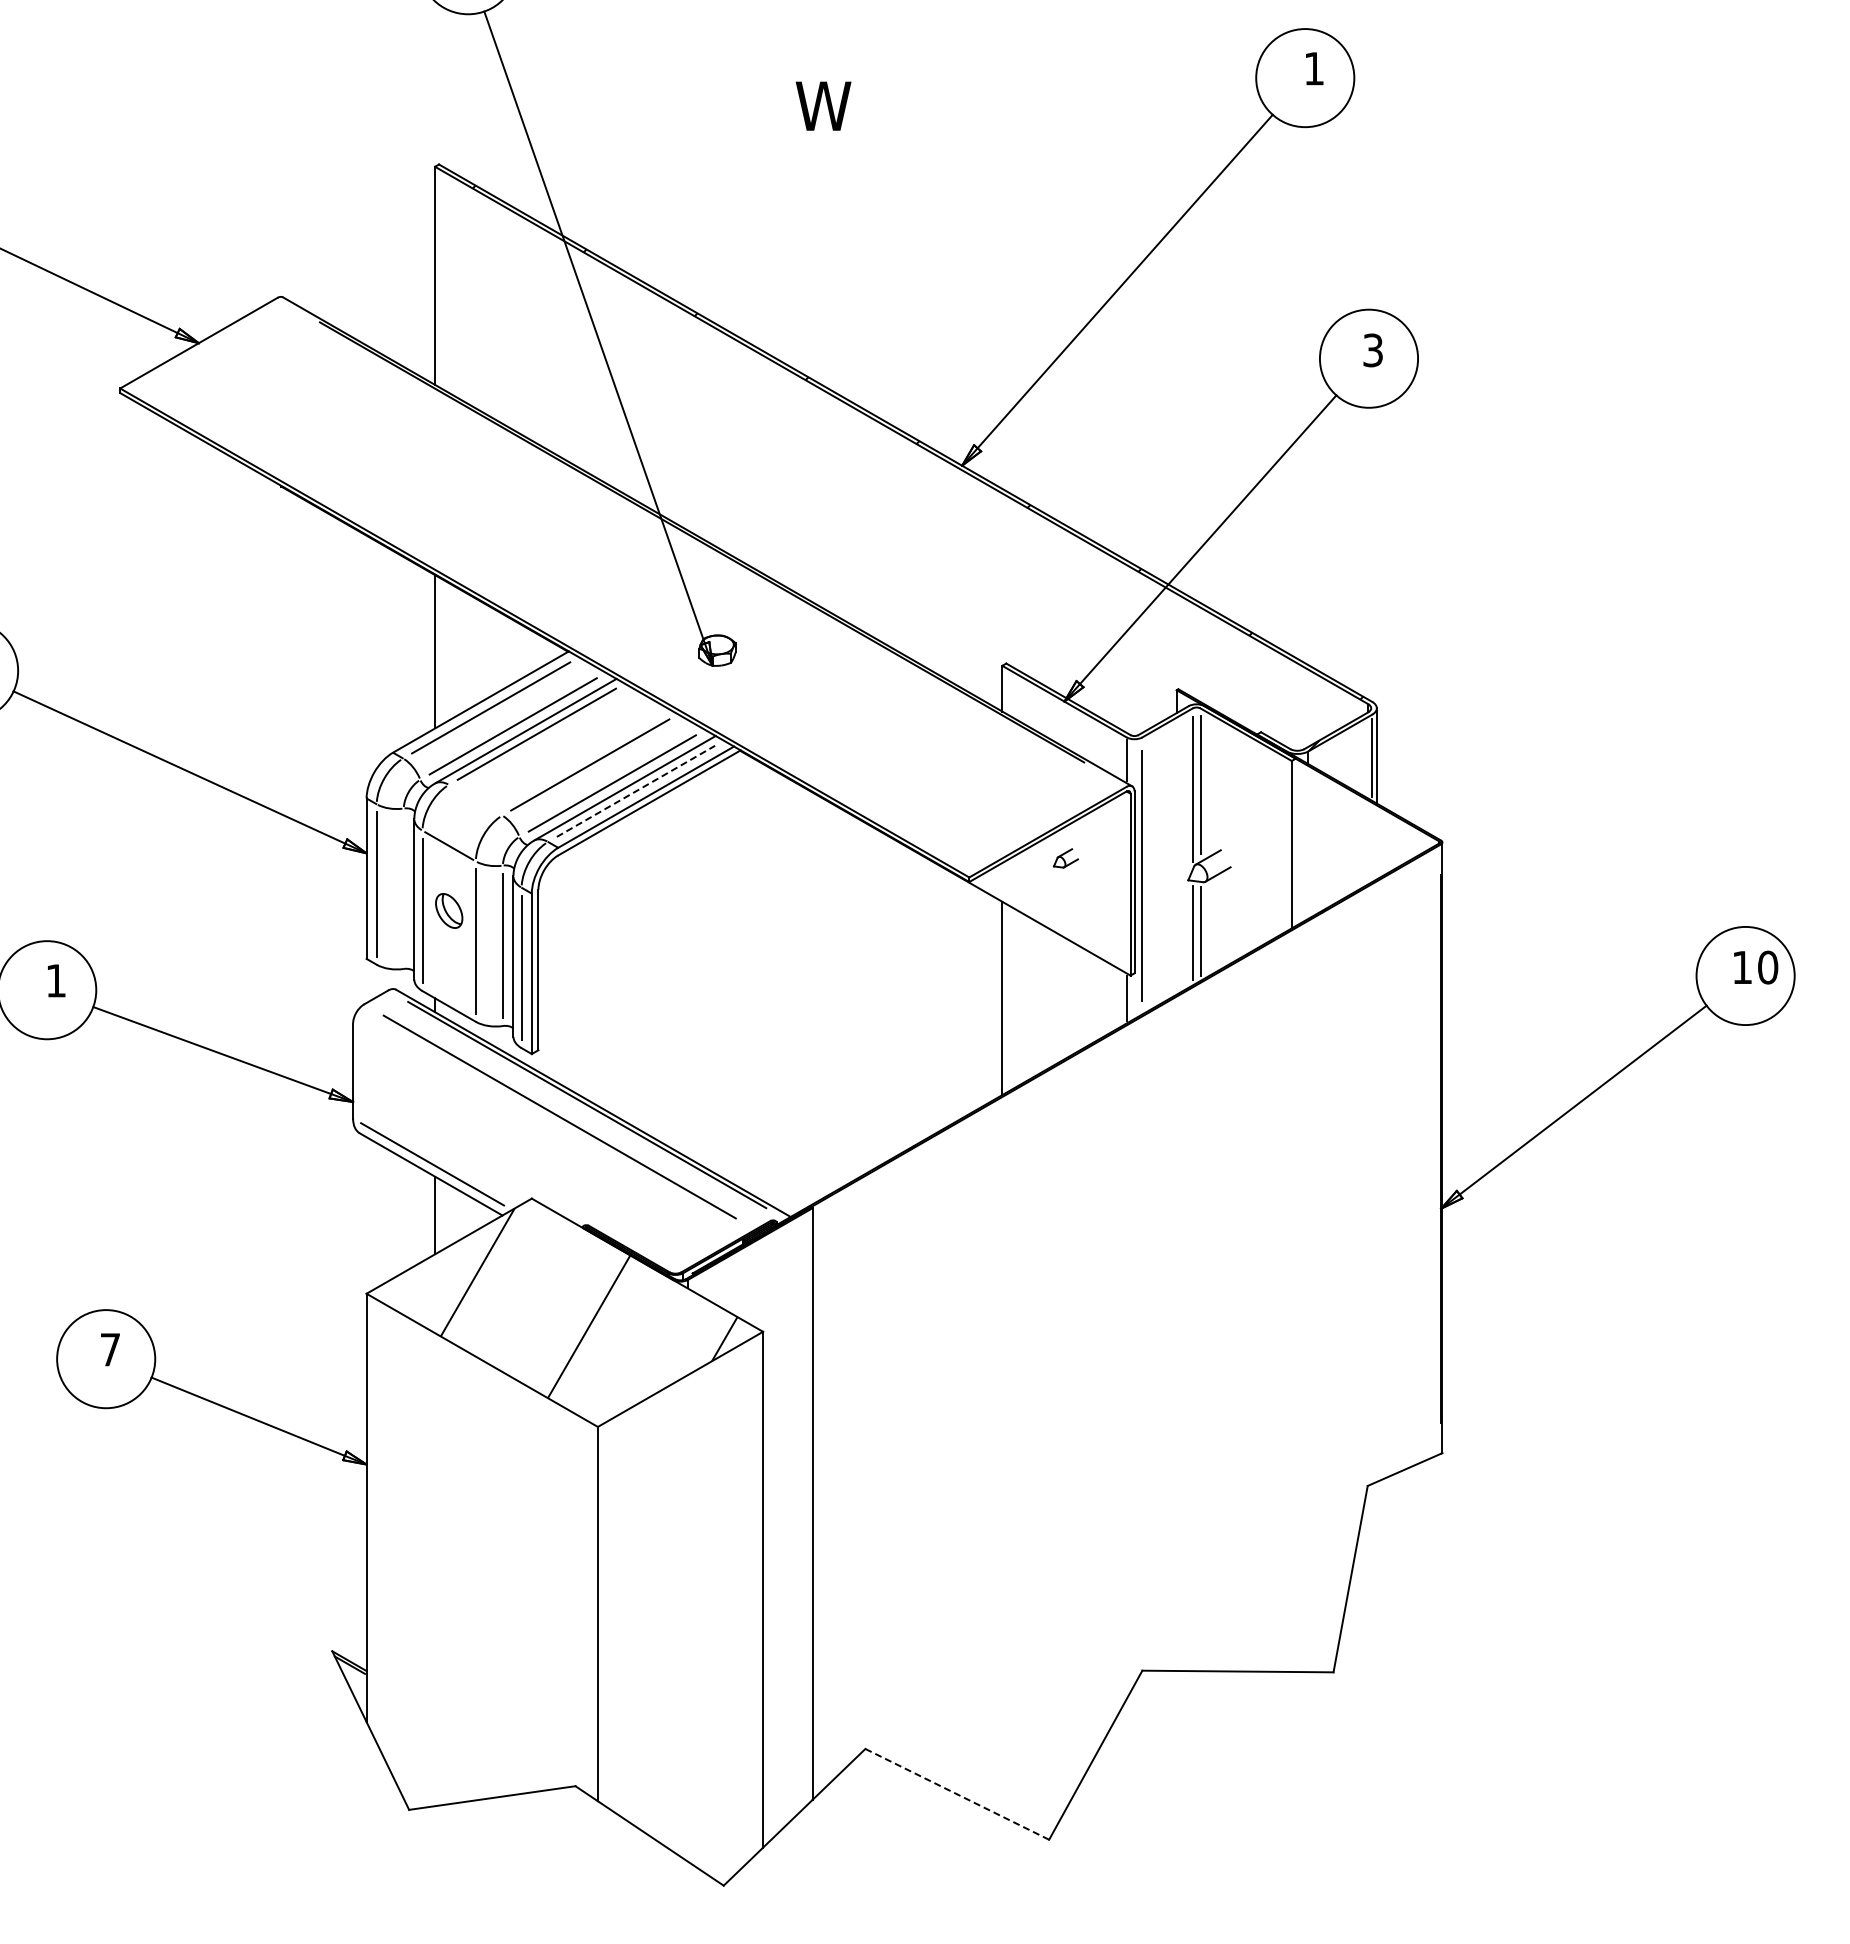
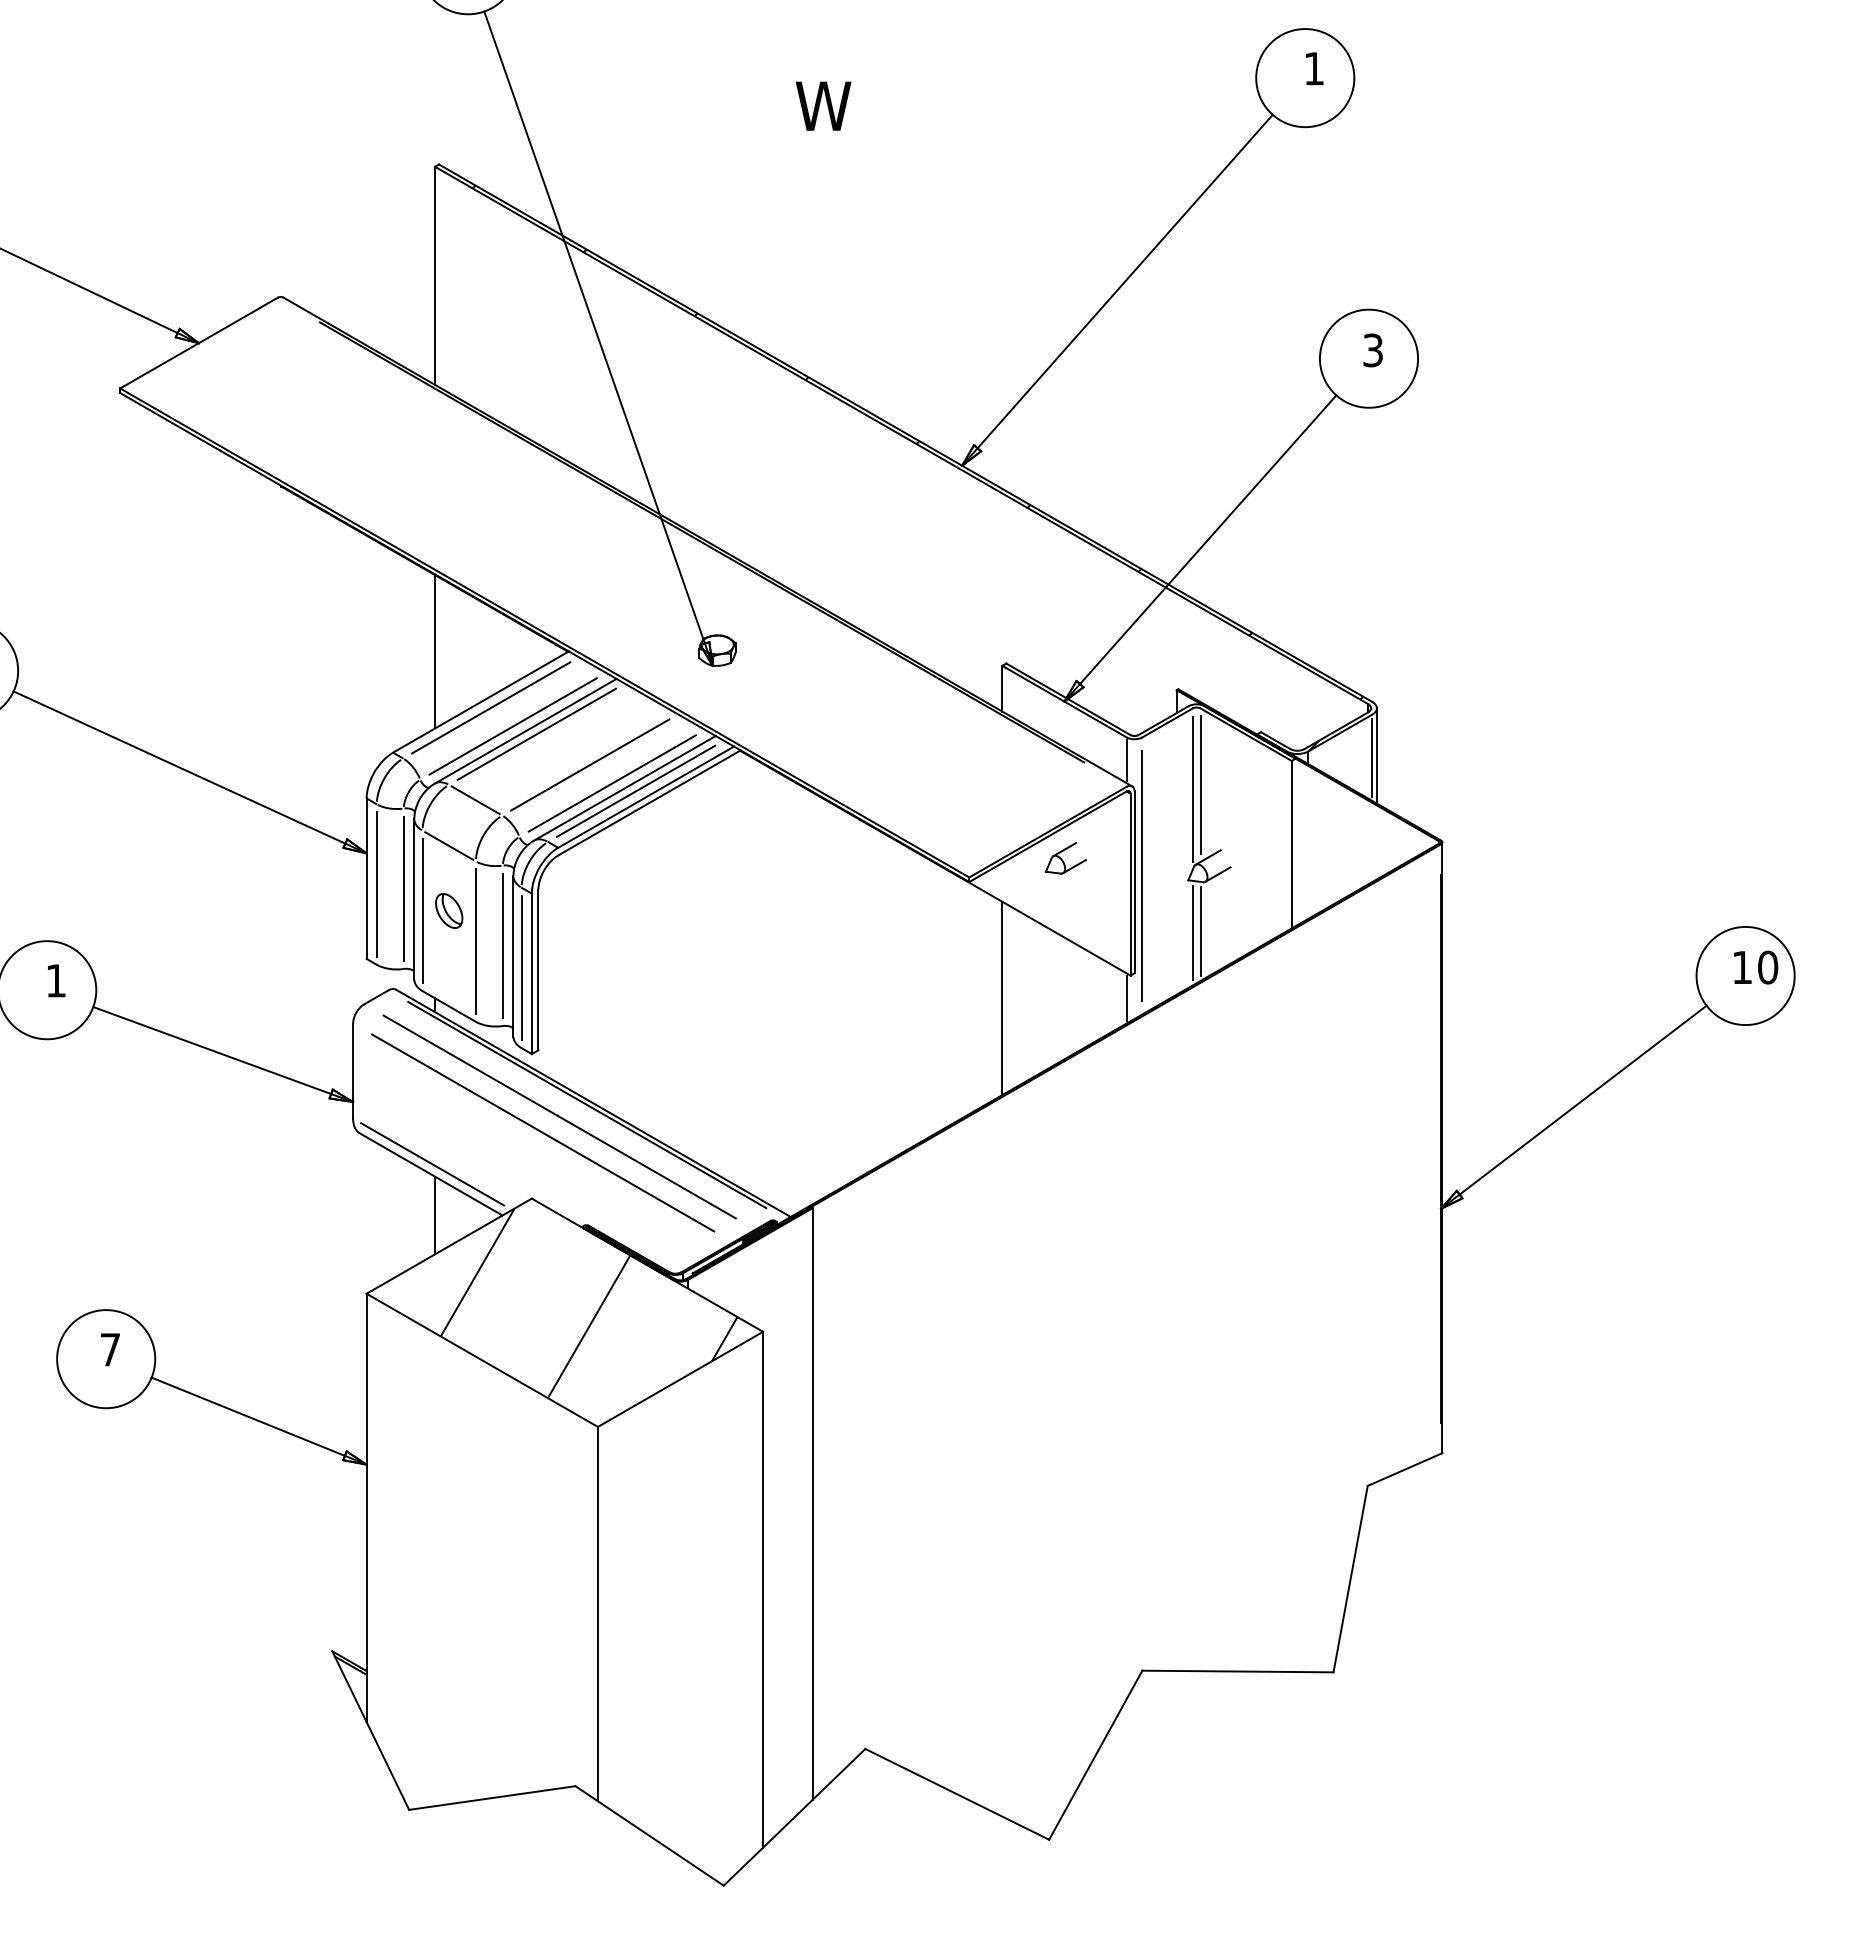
line at (636, 791): dashed -> solid
line at (475, 800): none -> present
part at (1065, 858) size: 26x21 px -> 42x33 px
line at (403, 888): none -> present
line at (543, 1132): none -> present
line at (956, 1794): dashed -> solid
